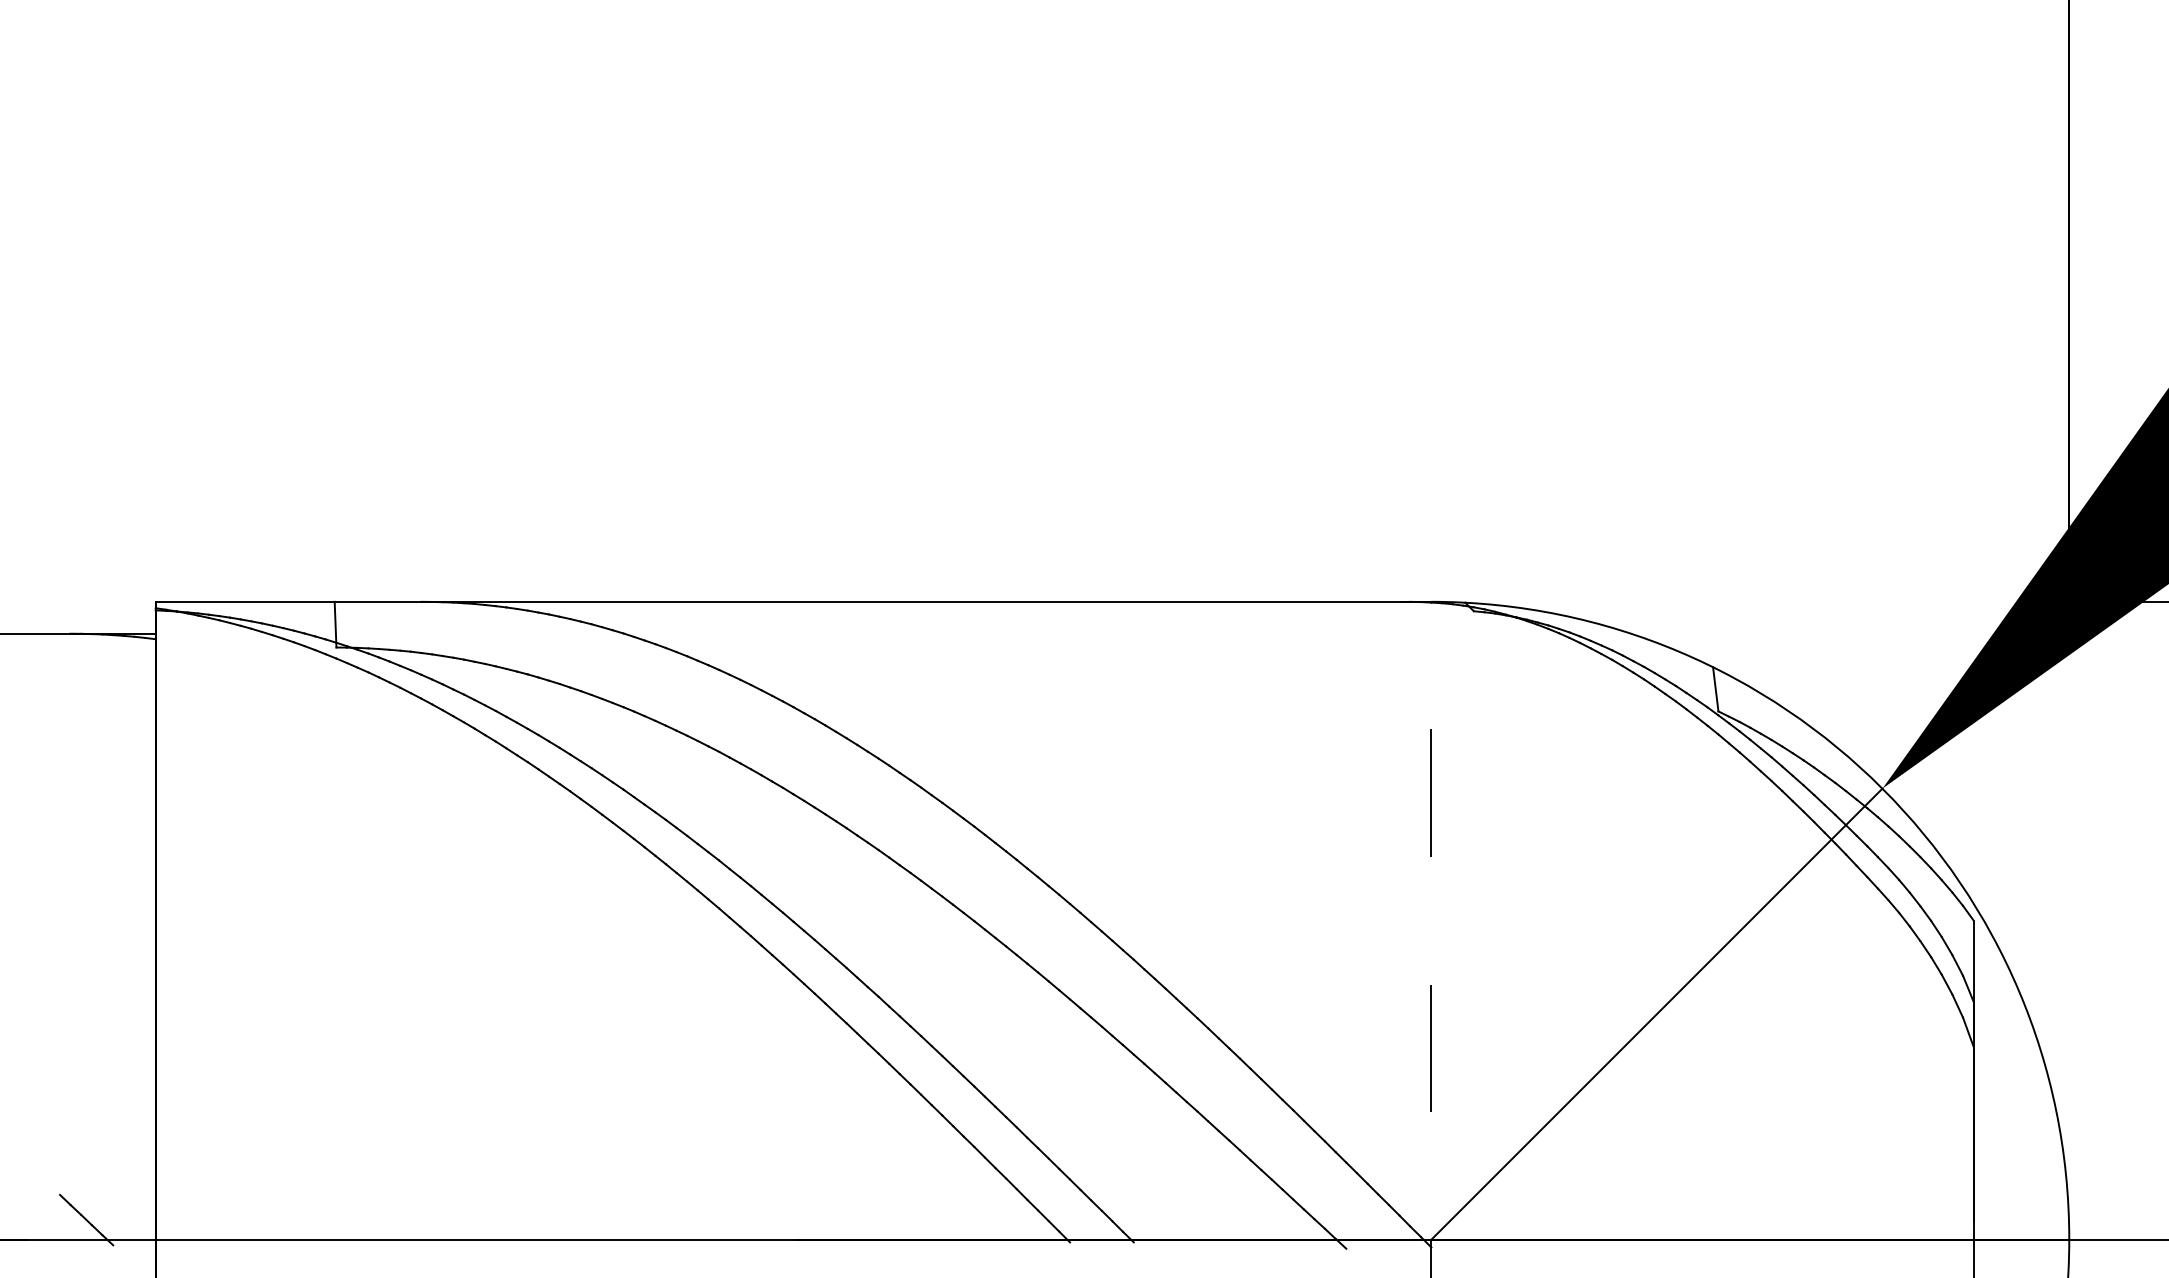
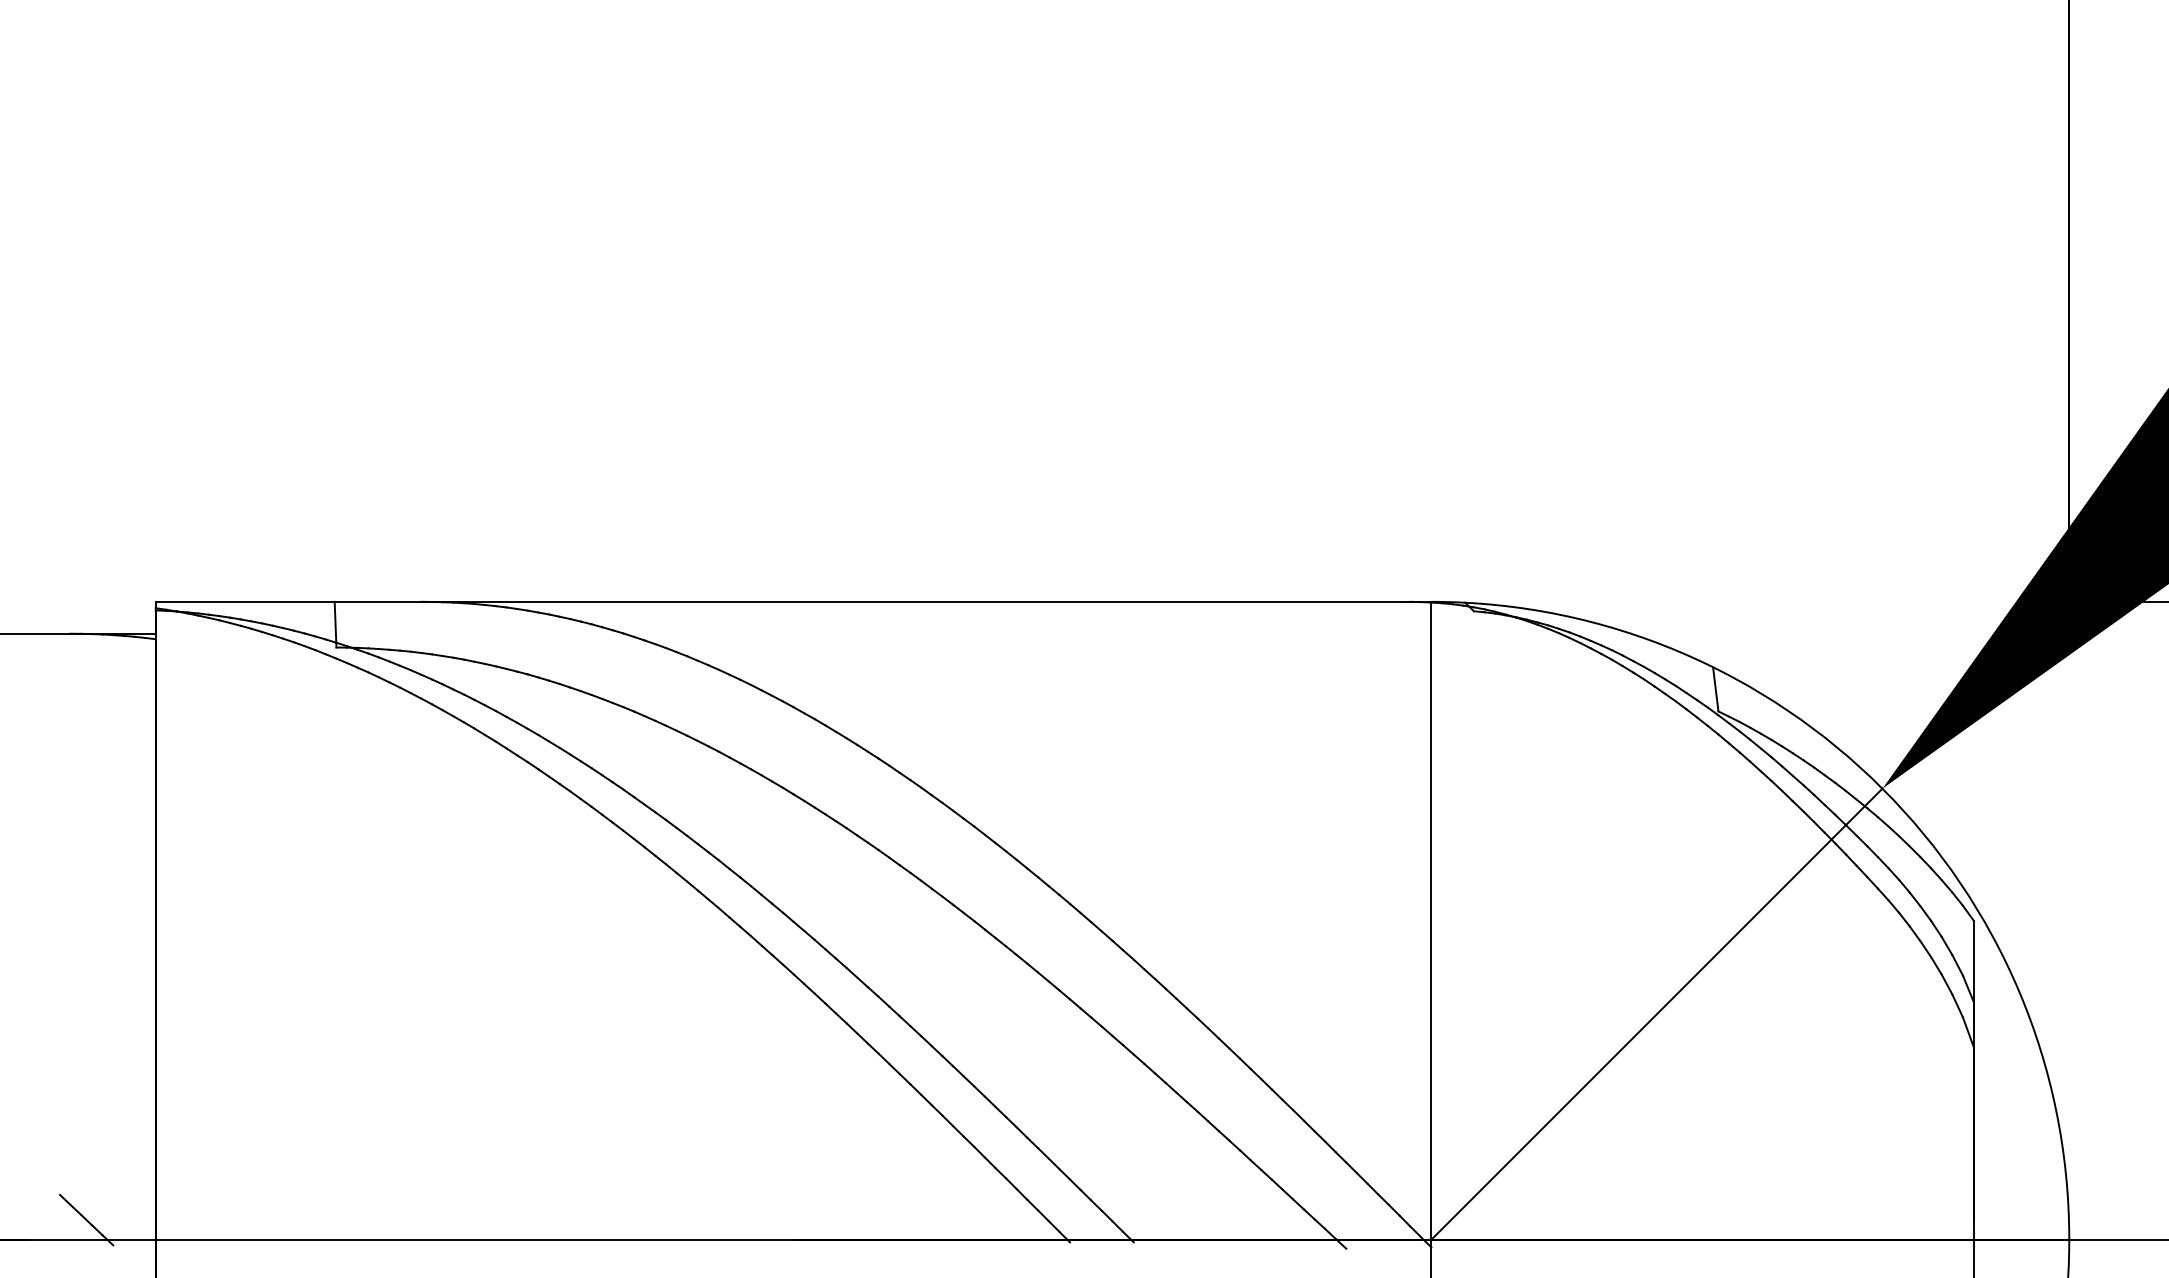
line at (1431, 939): dashed -> solid
